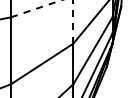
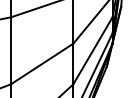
line at (36, 8): dashed -> solid
line at (73, 21): dashed -> solid
